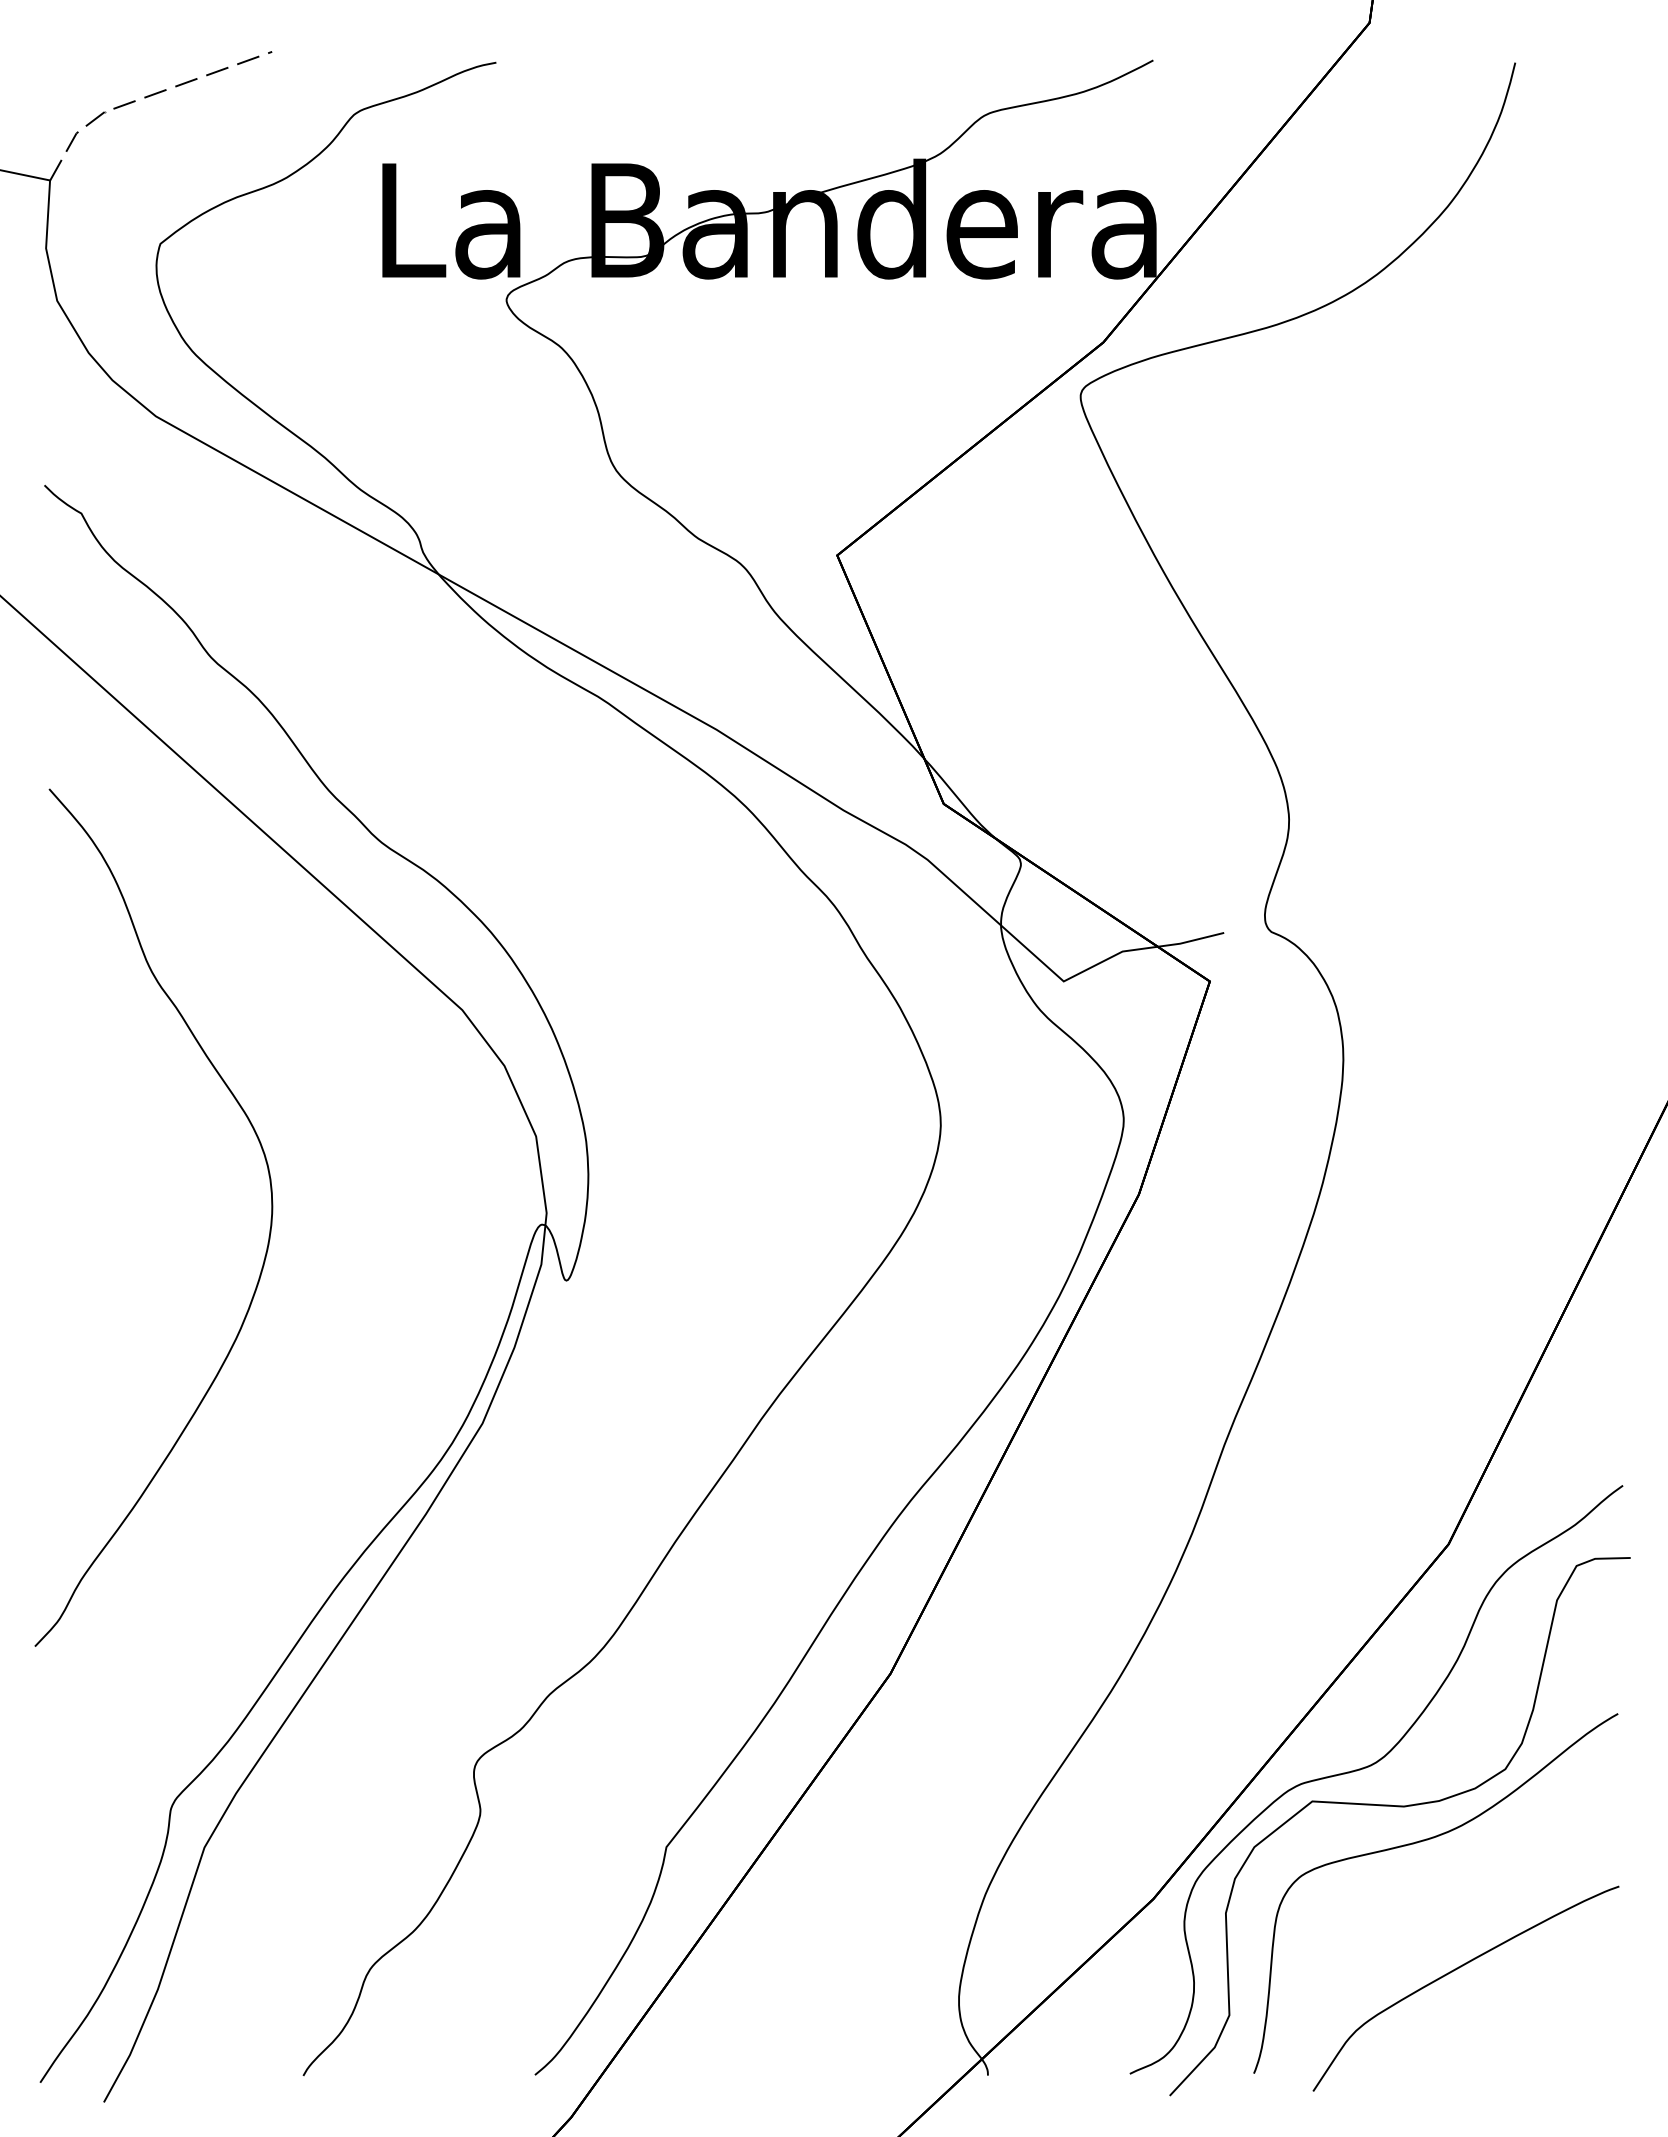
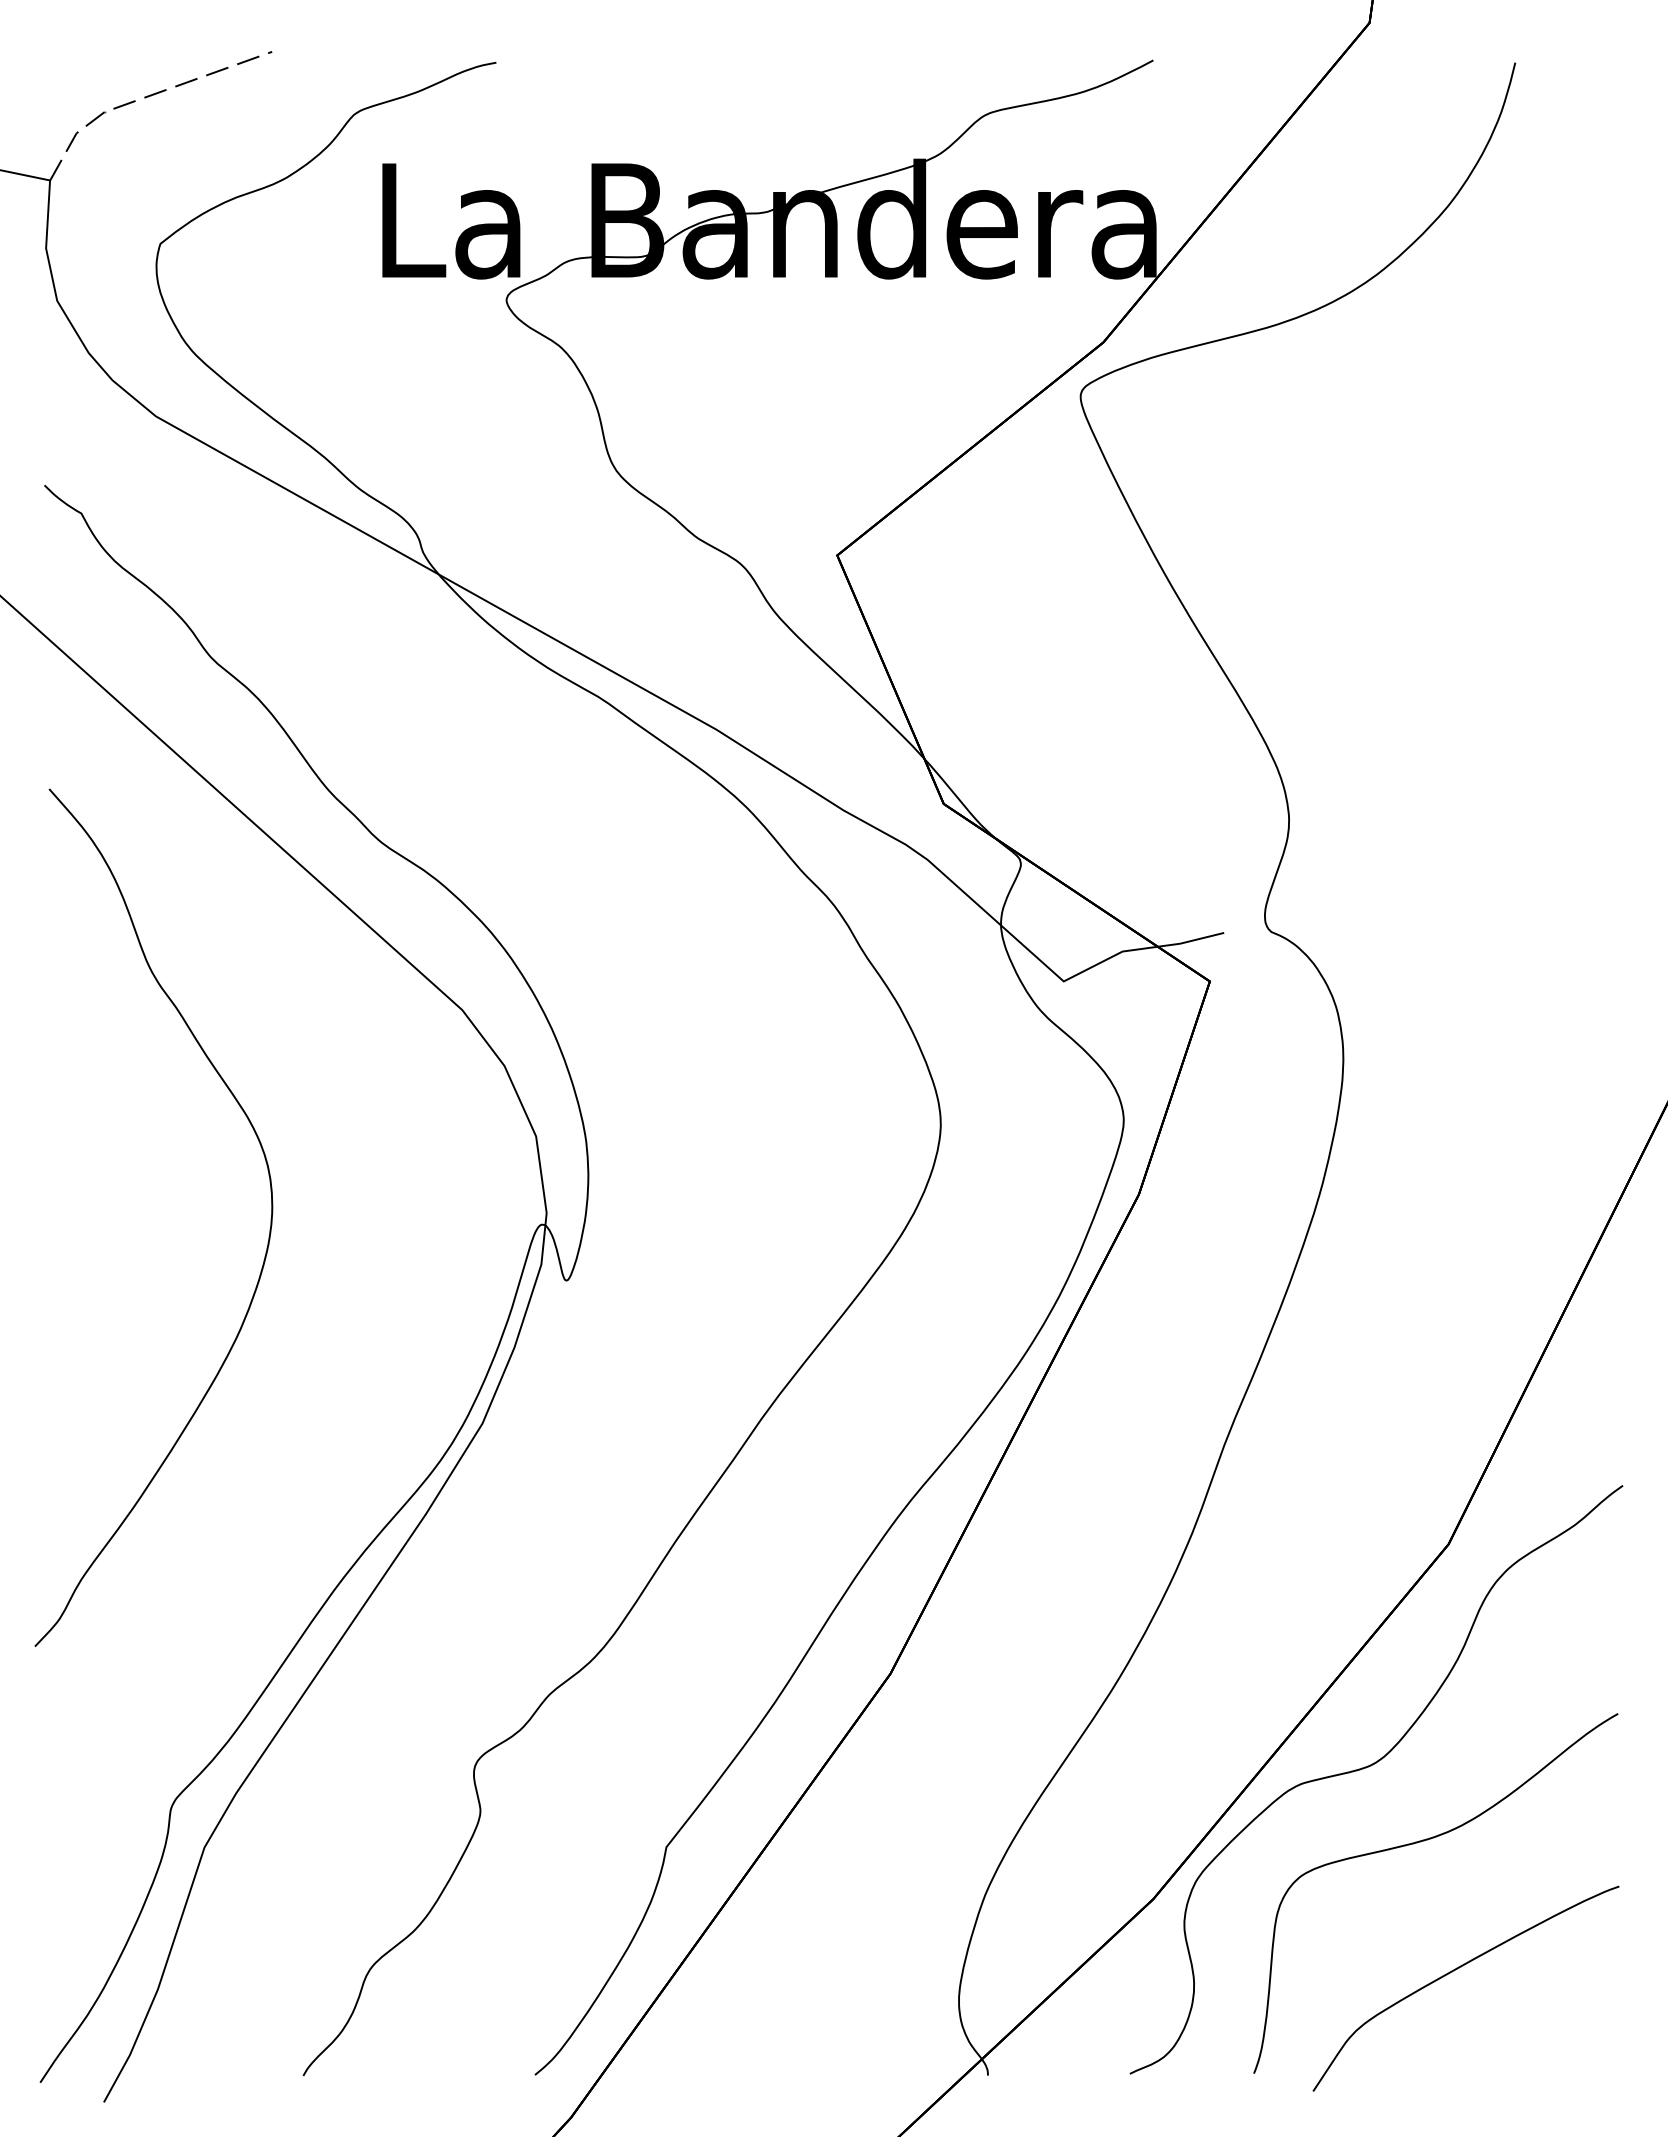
curve at (1399, 1807): present -> none
